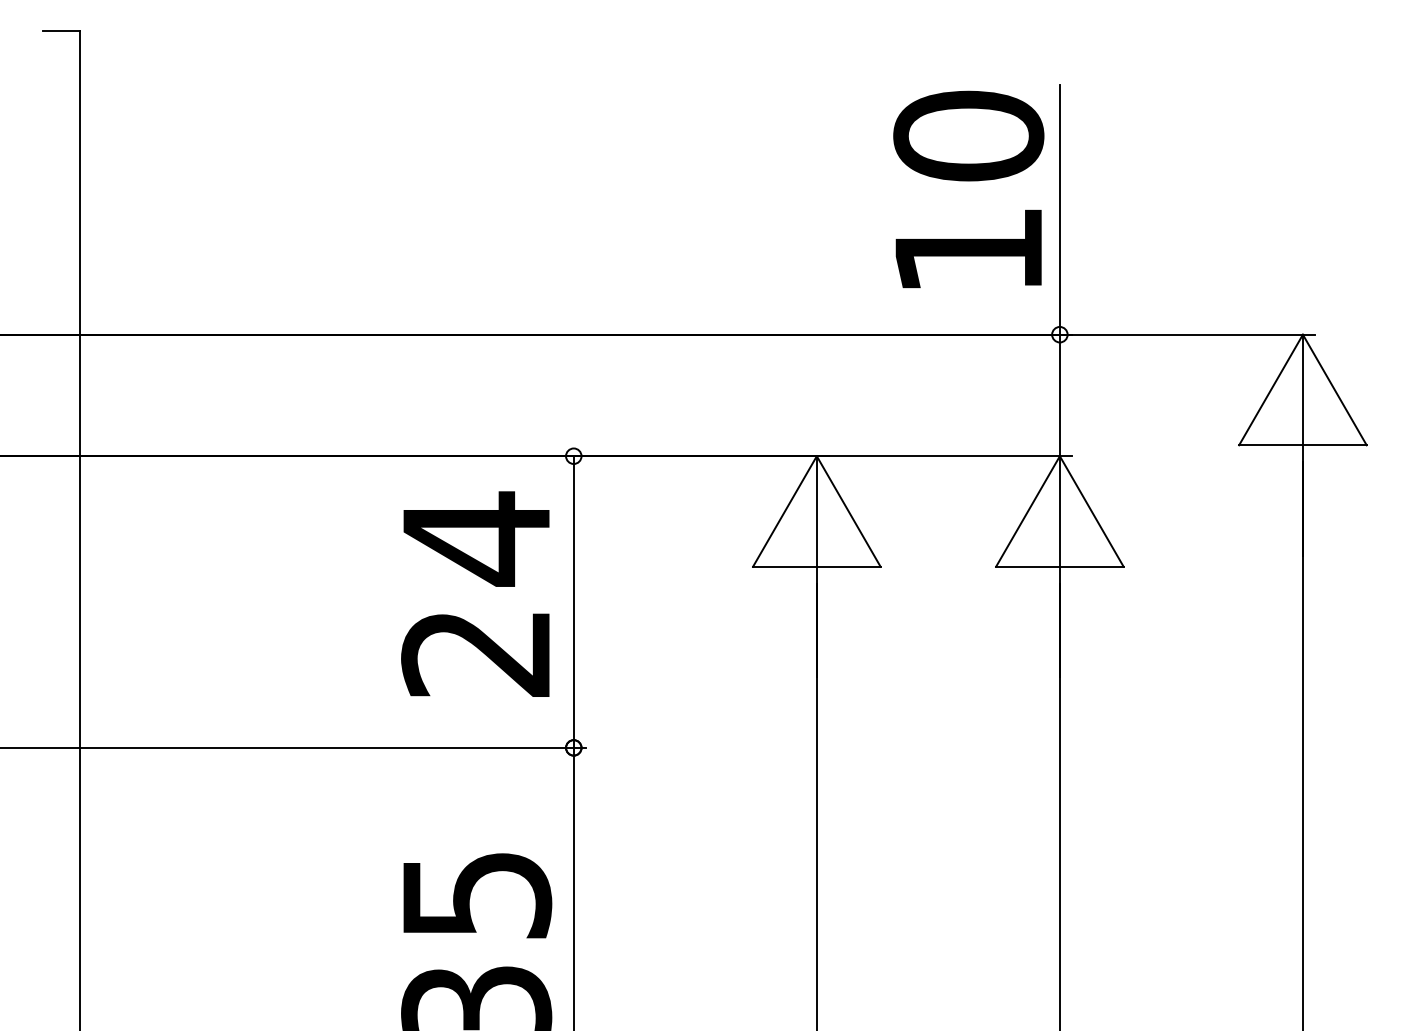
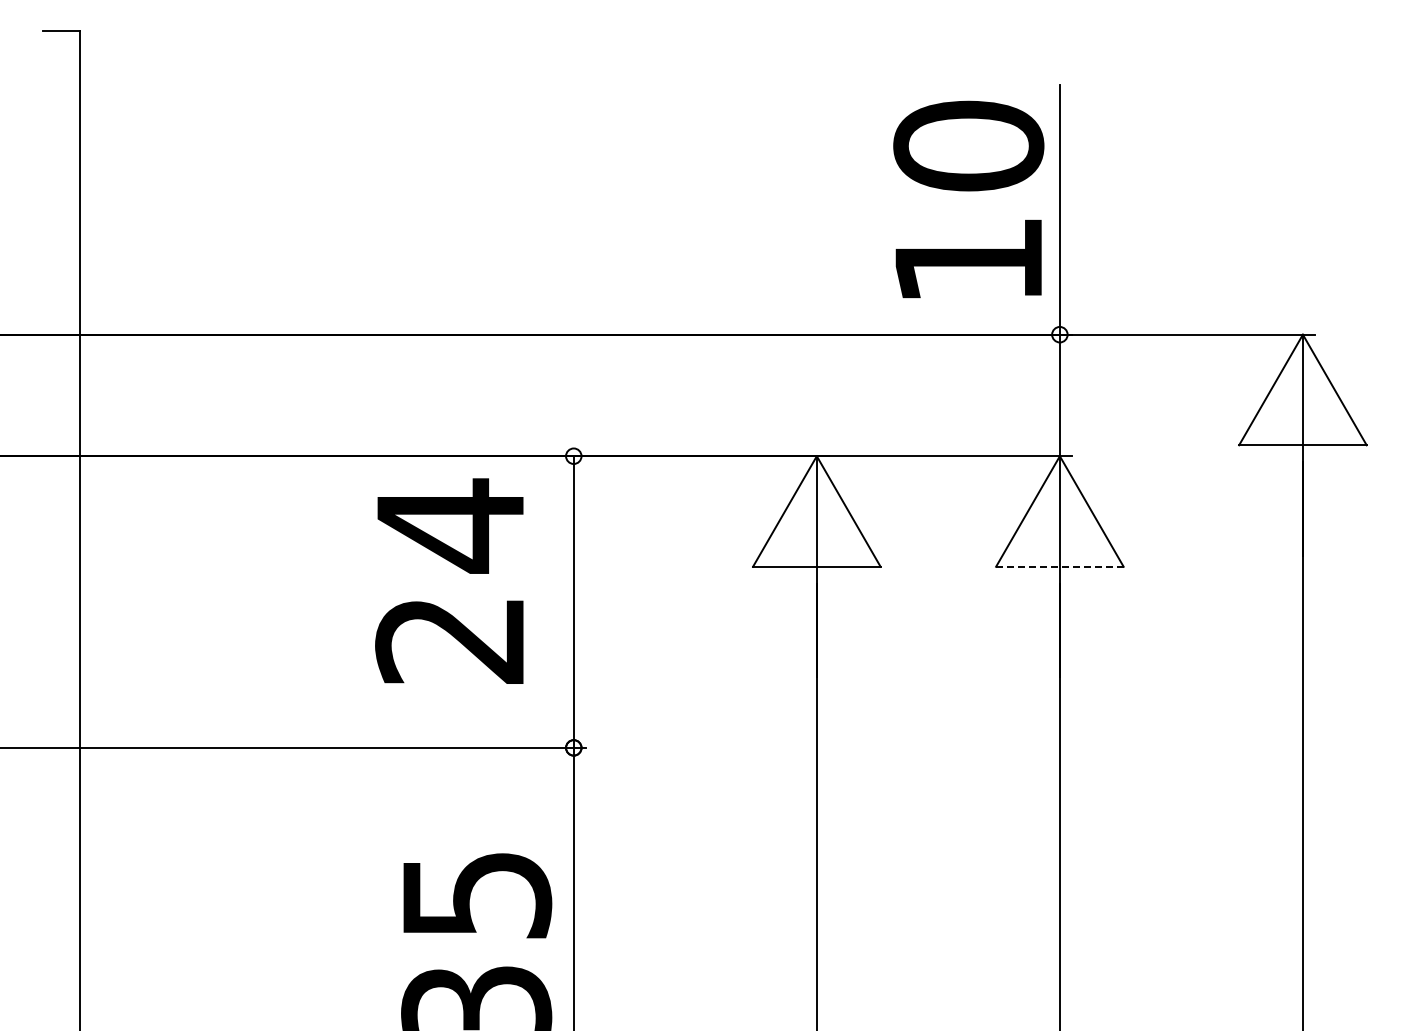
text at (968, 189) position: (968, 189) -> (968, 199)
line at (1059, 566): solid -> dashed
text at (475, 593) position: (475, 593) -> (449, 580)
